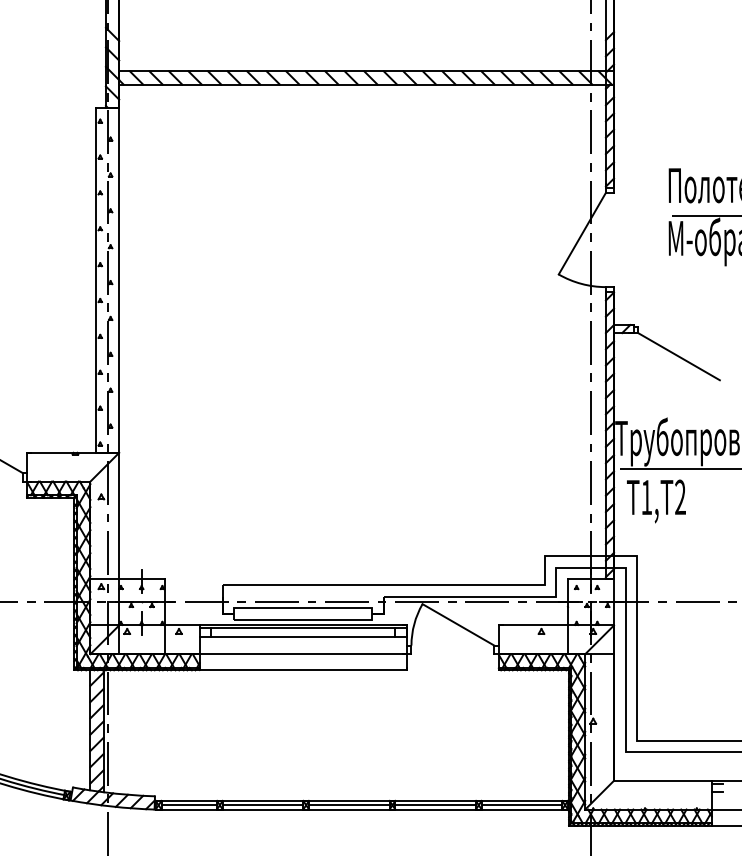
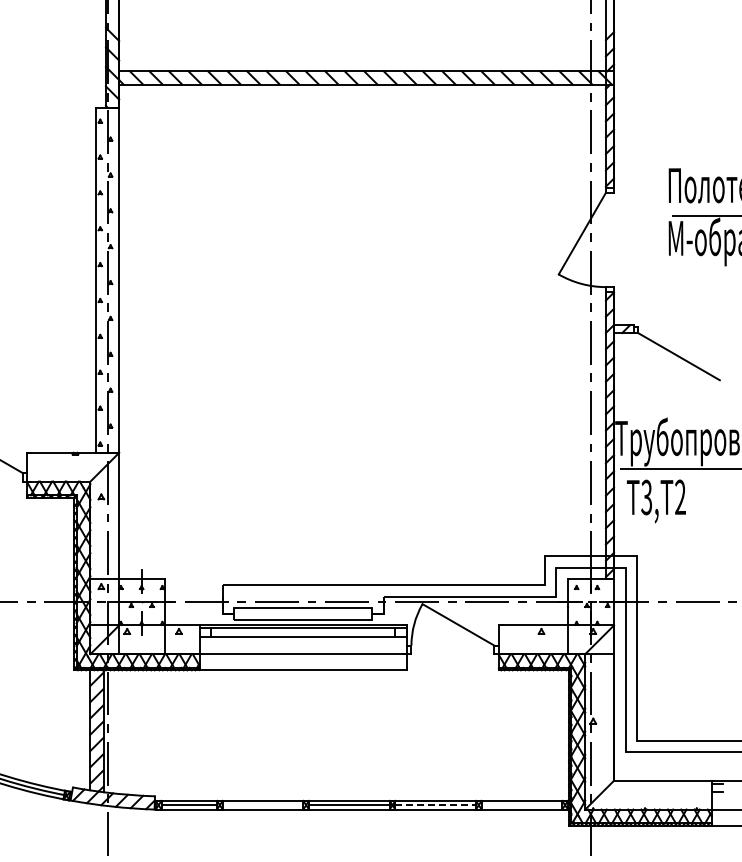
text at (646, 497): 1, -> 3,
line at (262, 805): present -> none
line at (436, 805): solid -> dashed
line at (521, 805): present -> none
